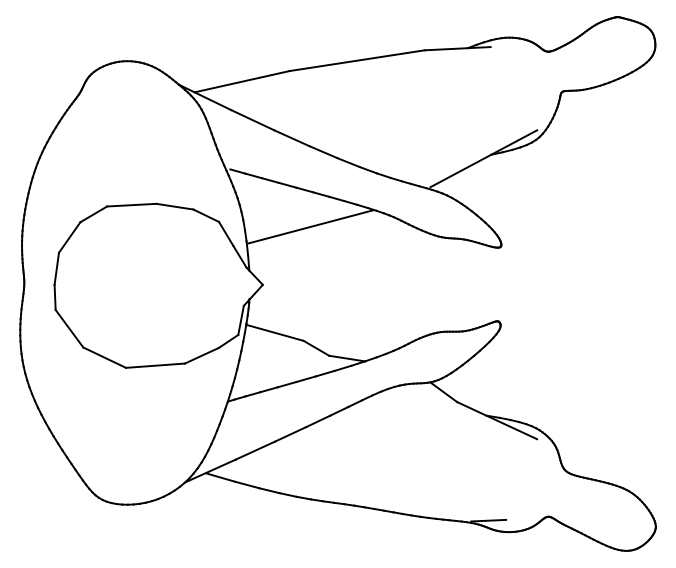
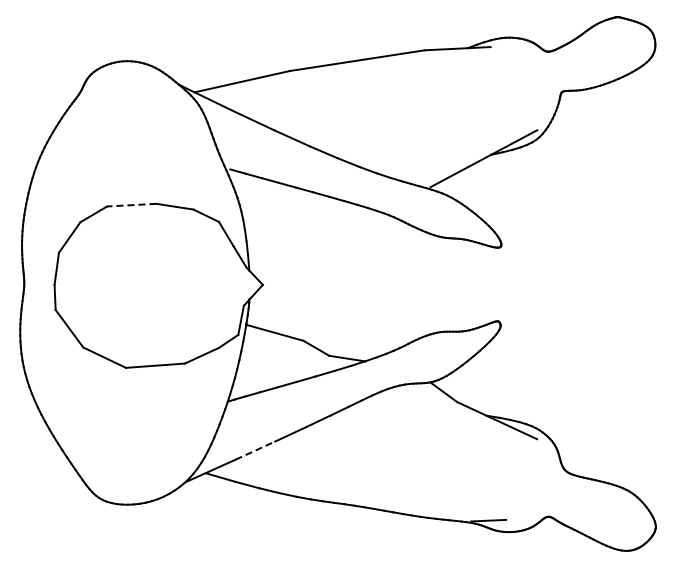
line at (131, 205): solid -> dashed
line at (310, 226): present -> none
line at (255, 450): solid -> dashed
